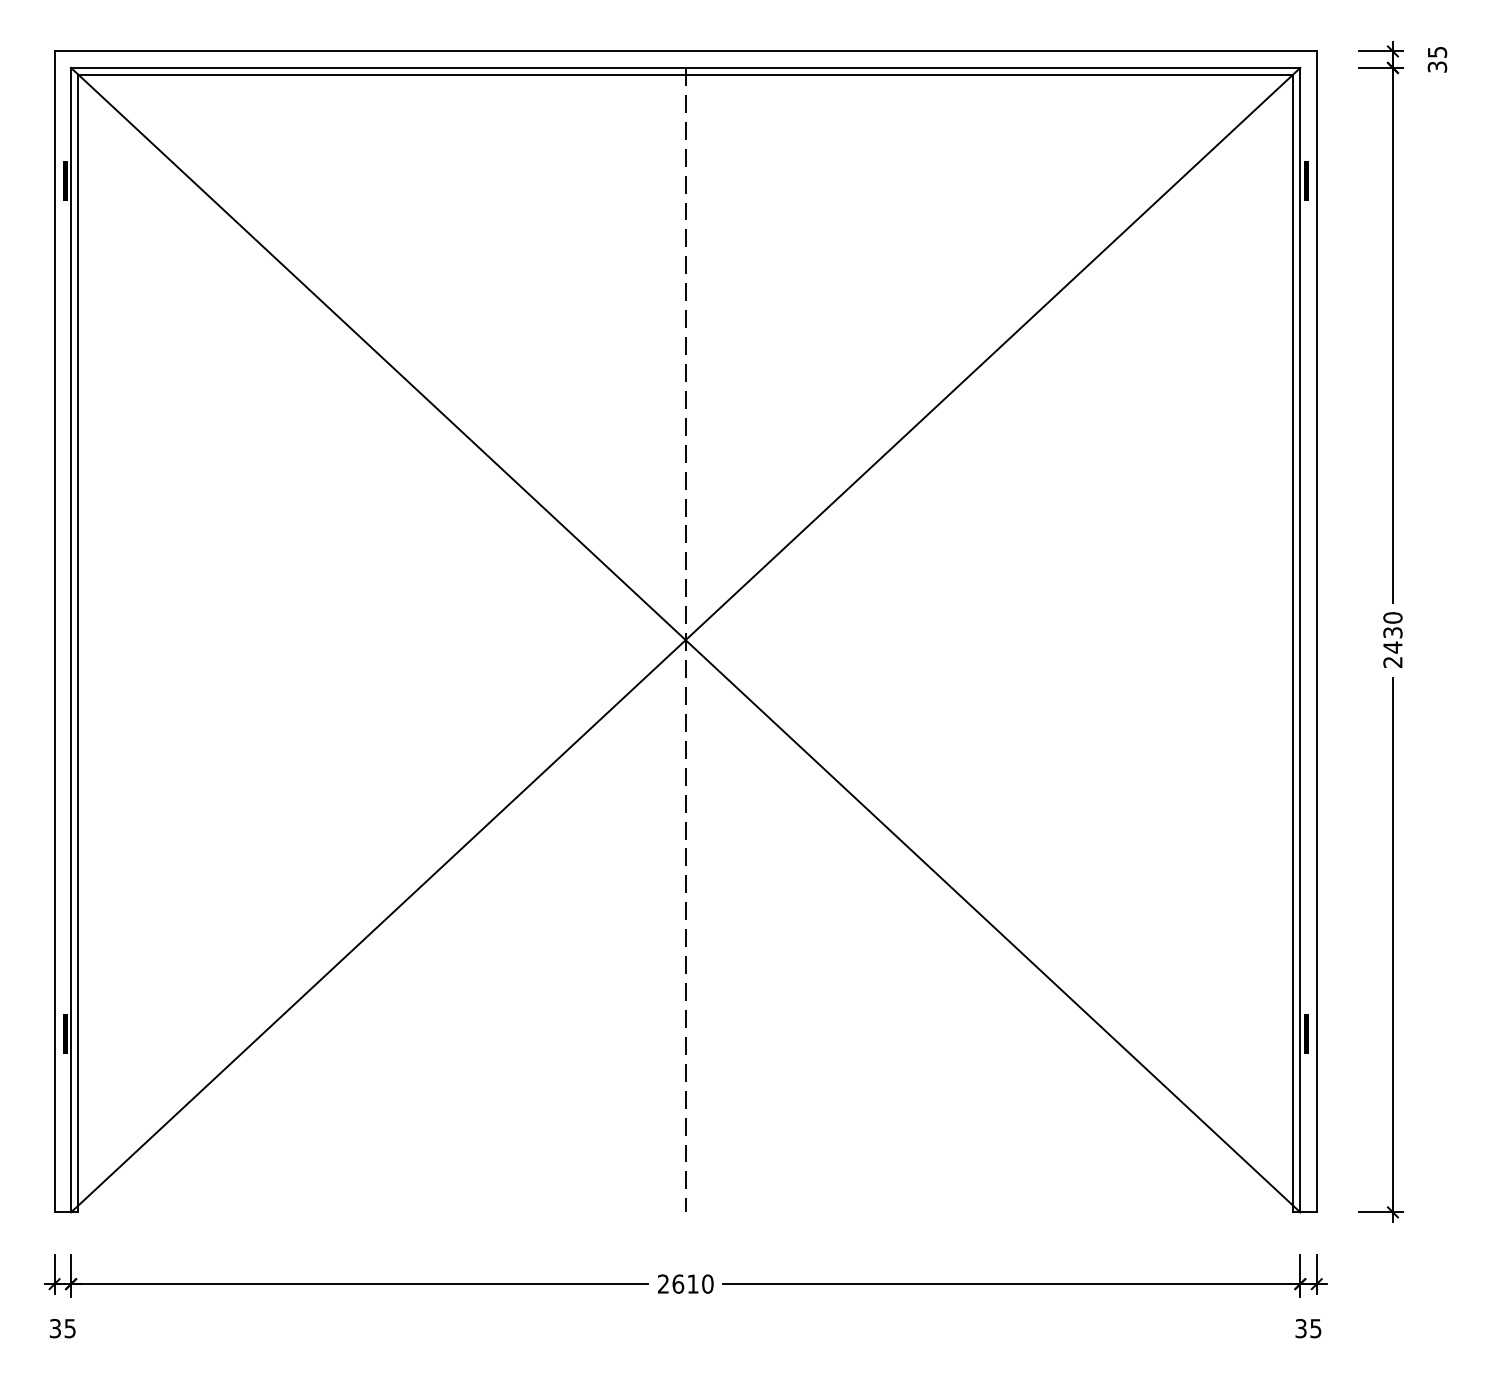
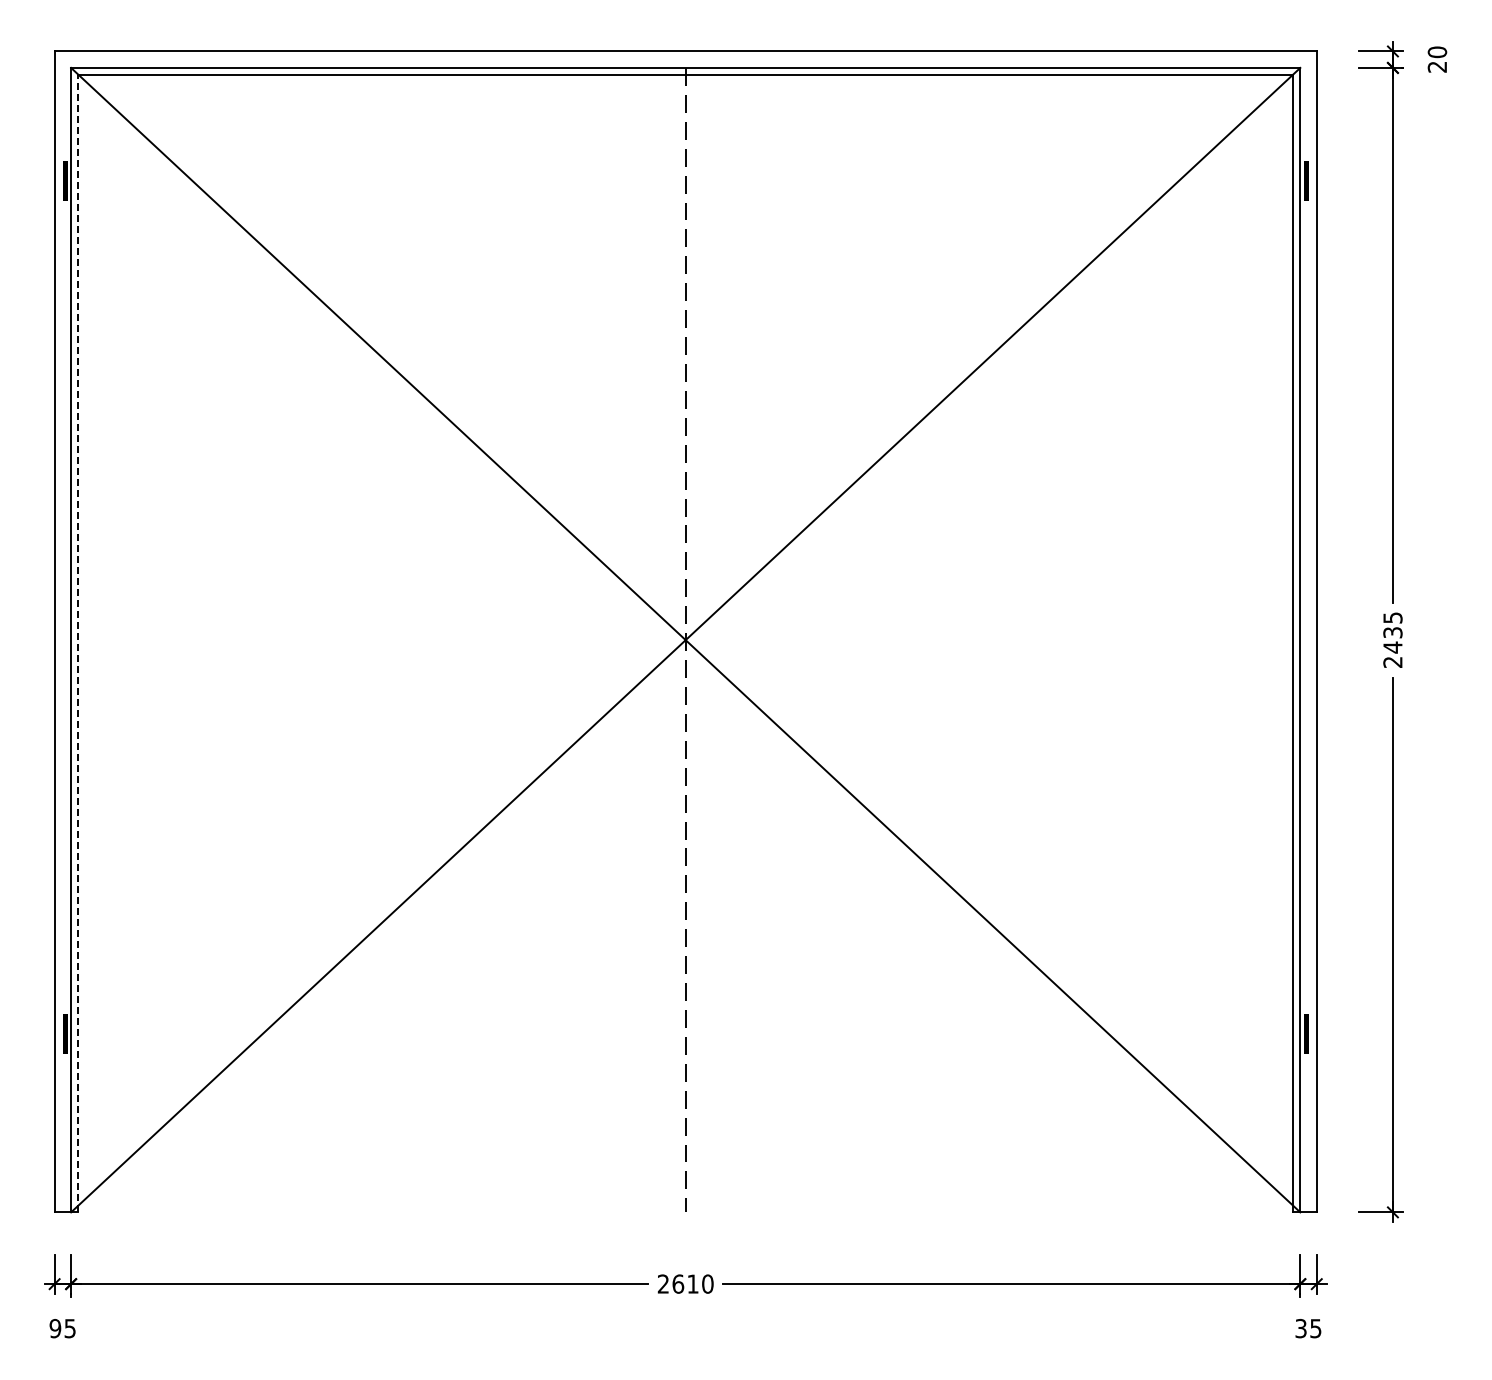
text at (1437, 59): 35 -> 20
text at (1392, 617): 2430 -> 2435
line at (78, 643): solid -> dashed
text at (55, 1328): 35 -> 95
